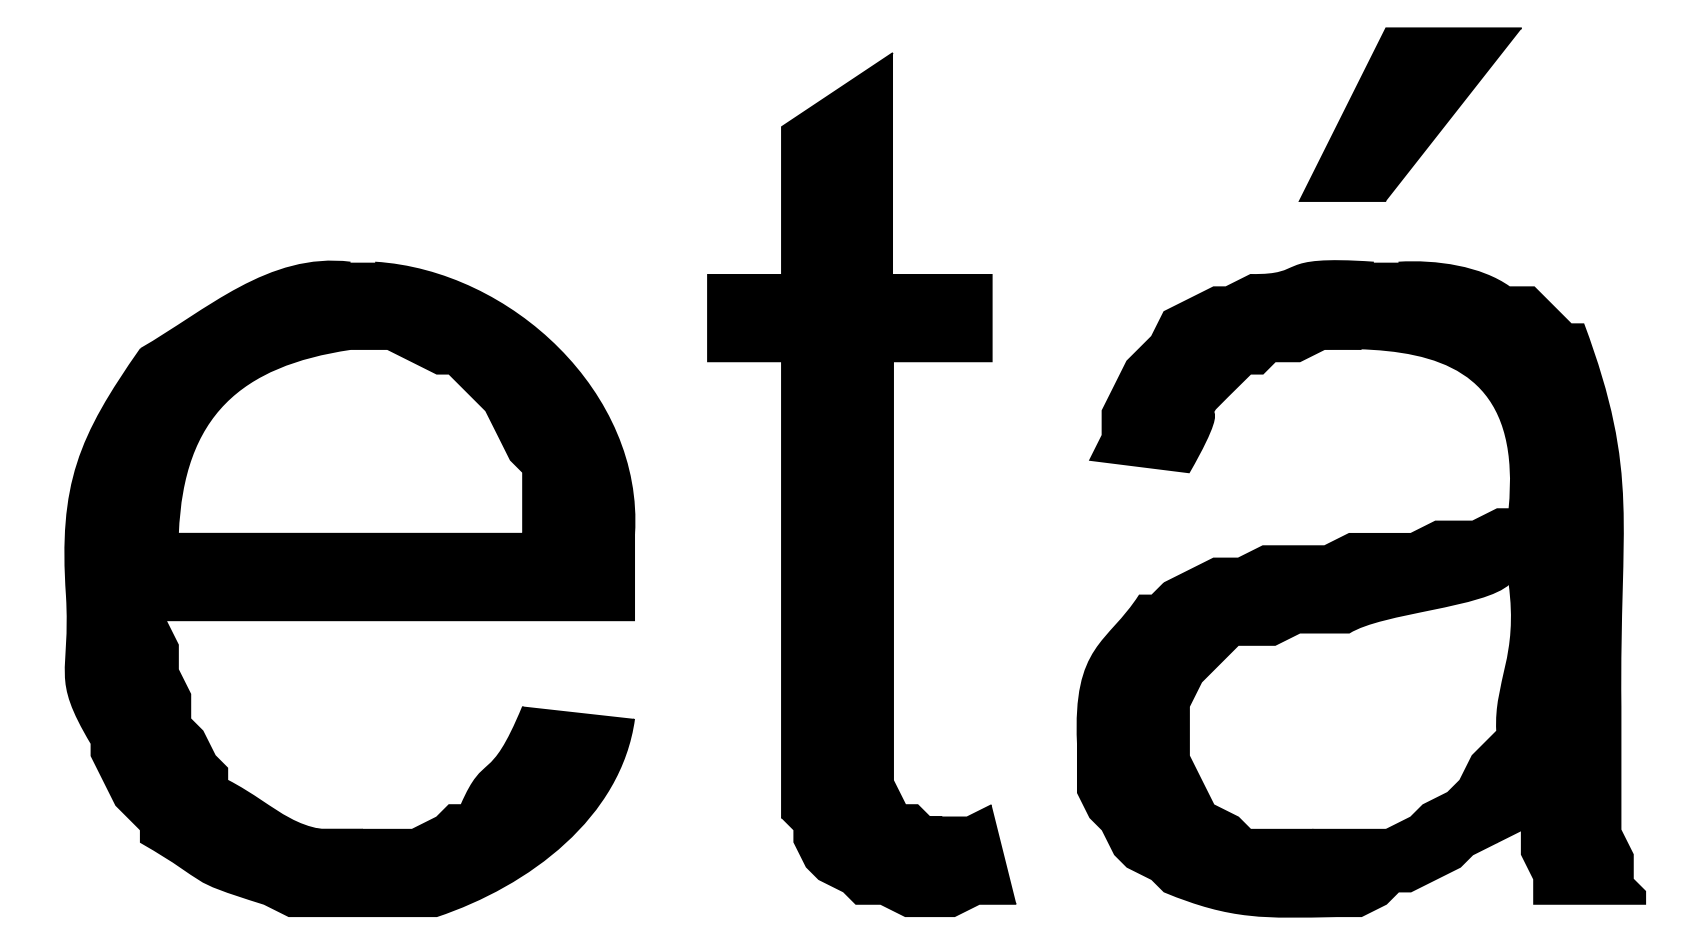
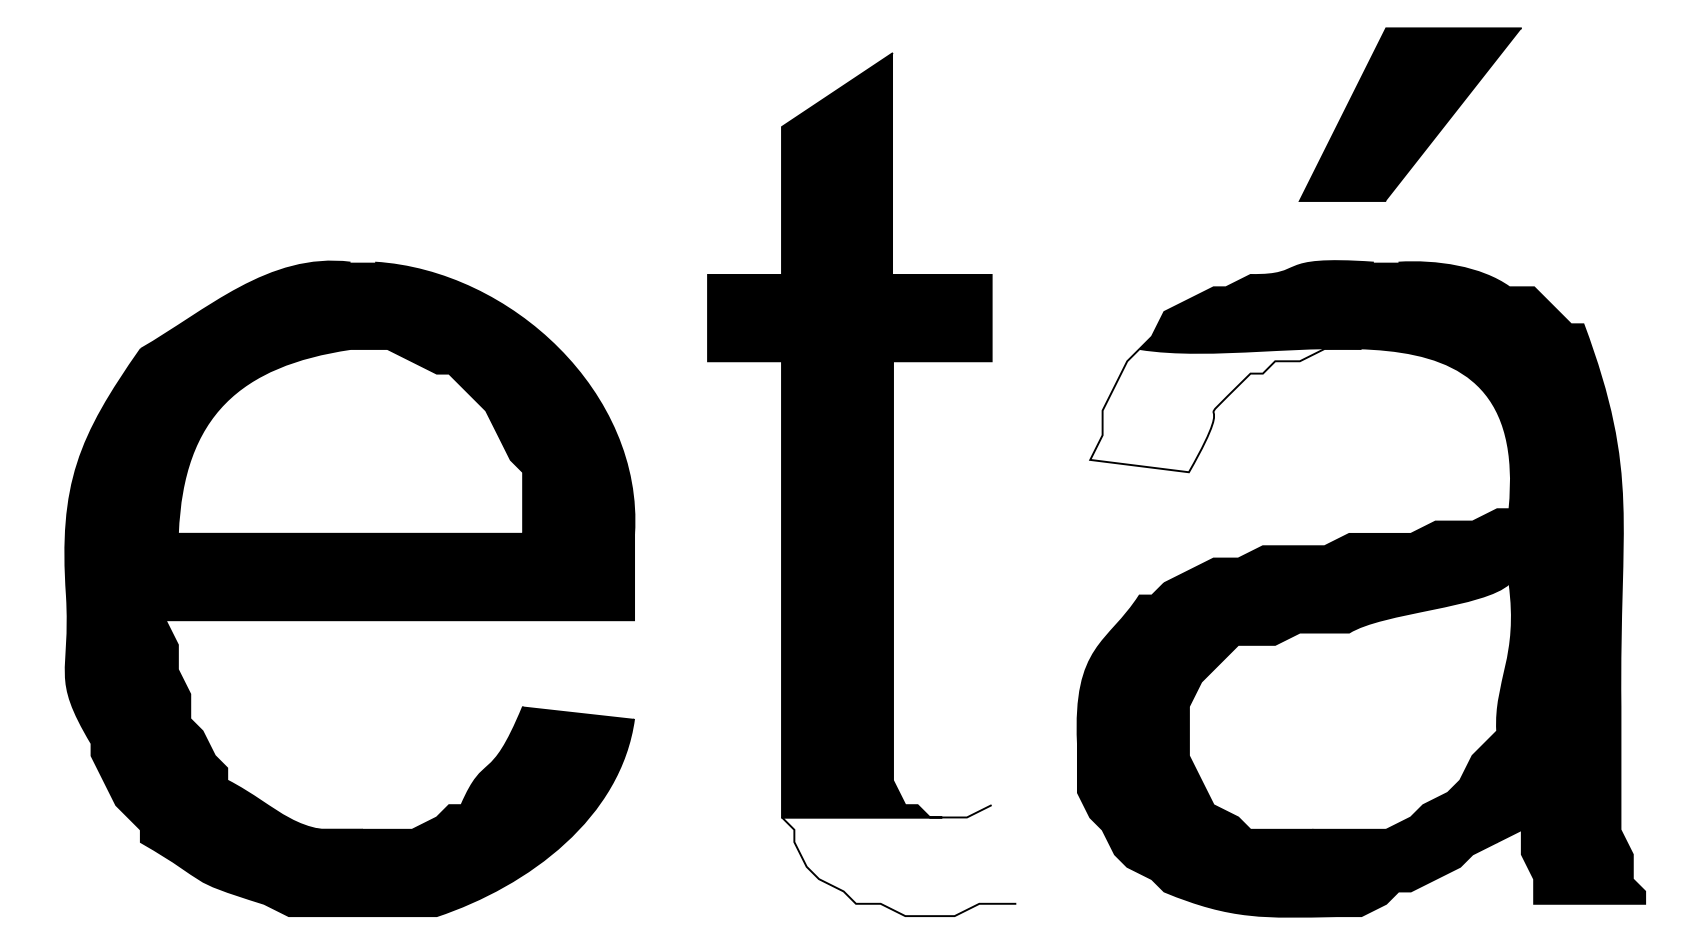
fill at (1225, 410): present -> none
fill at (899, 860): present -> none
